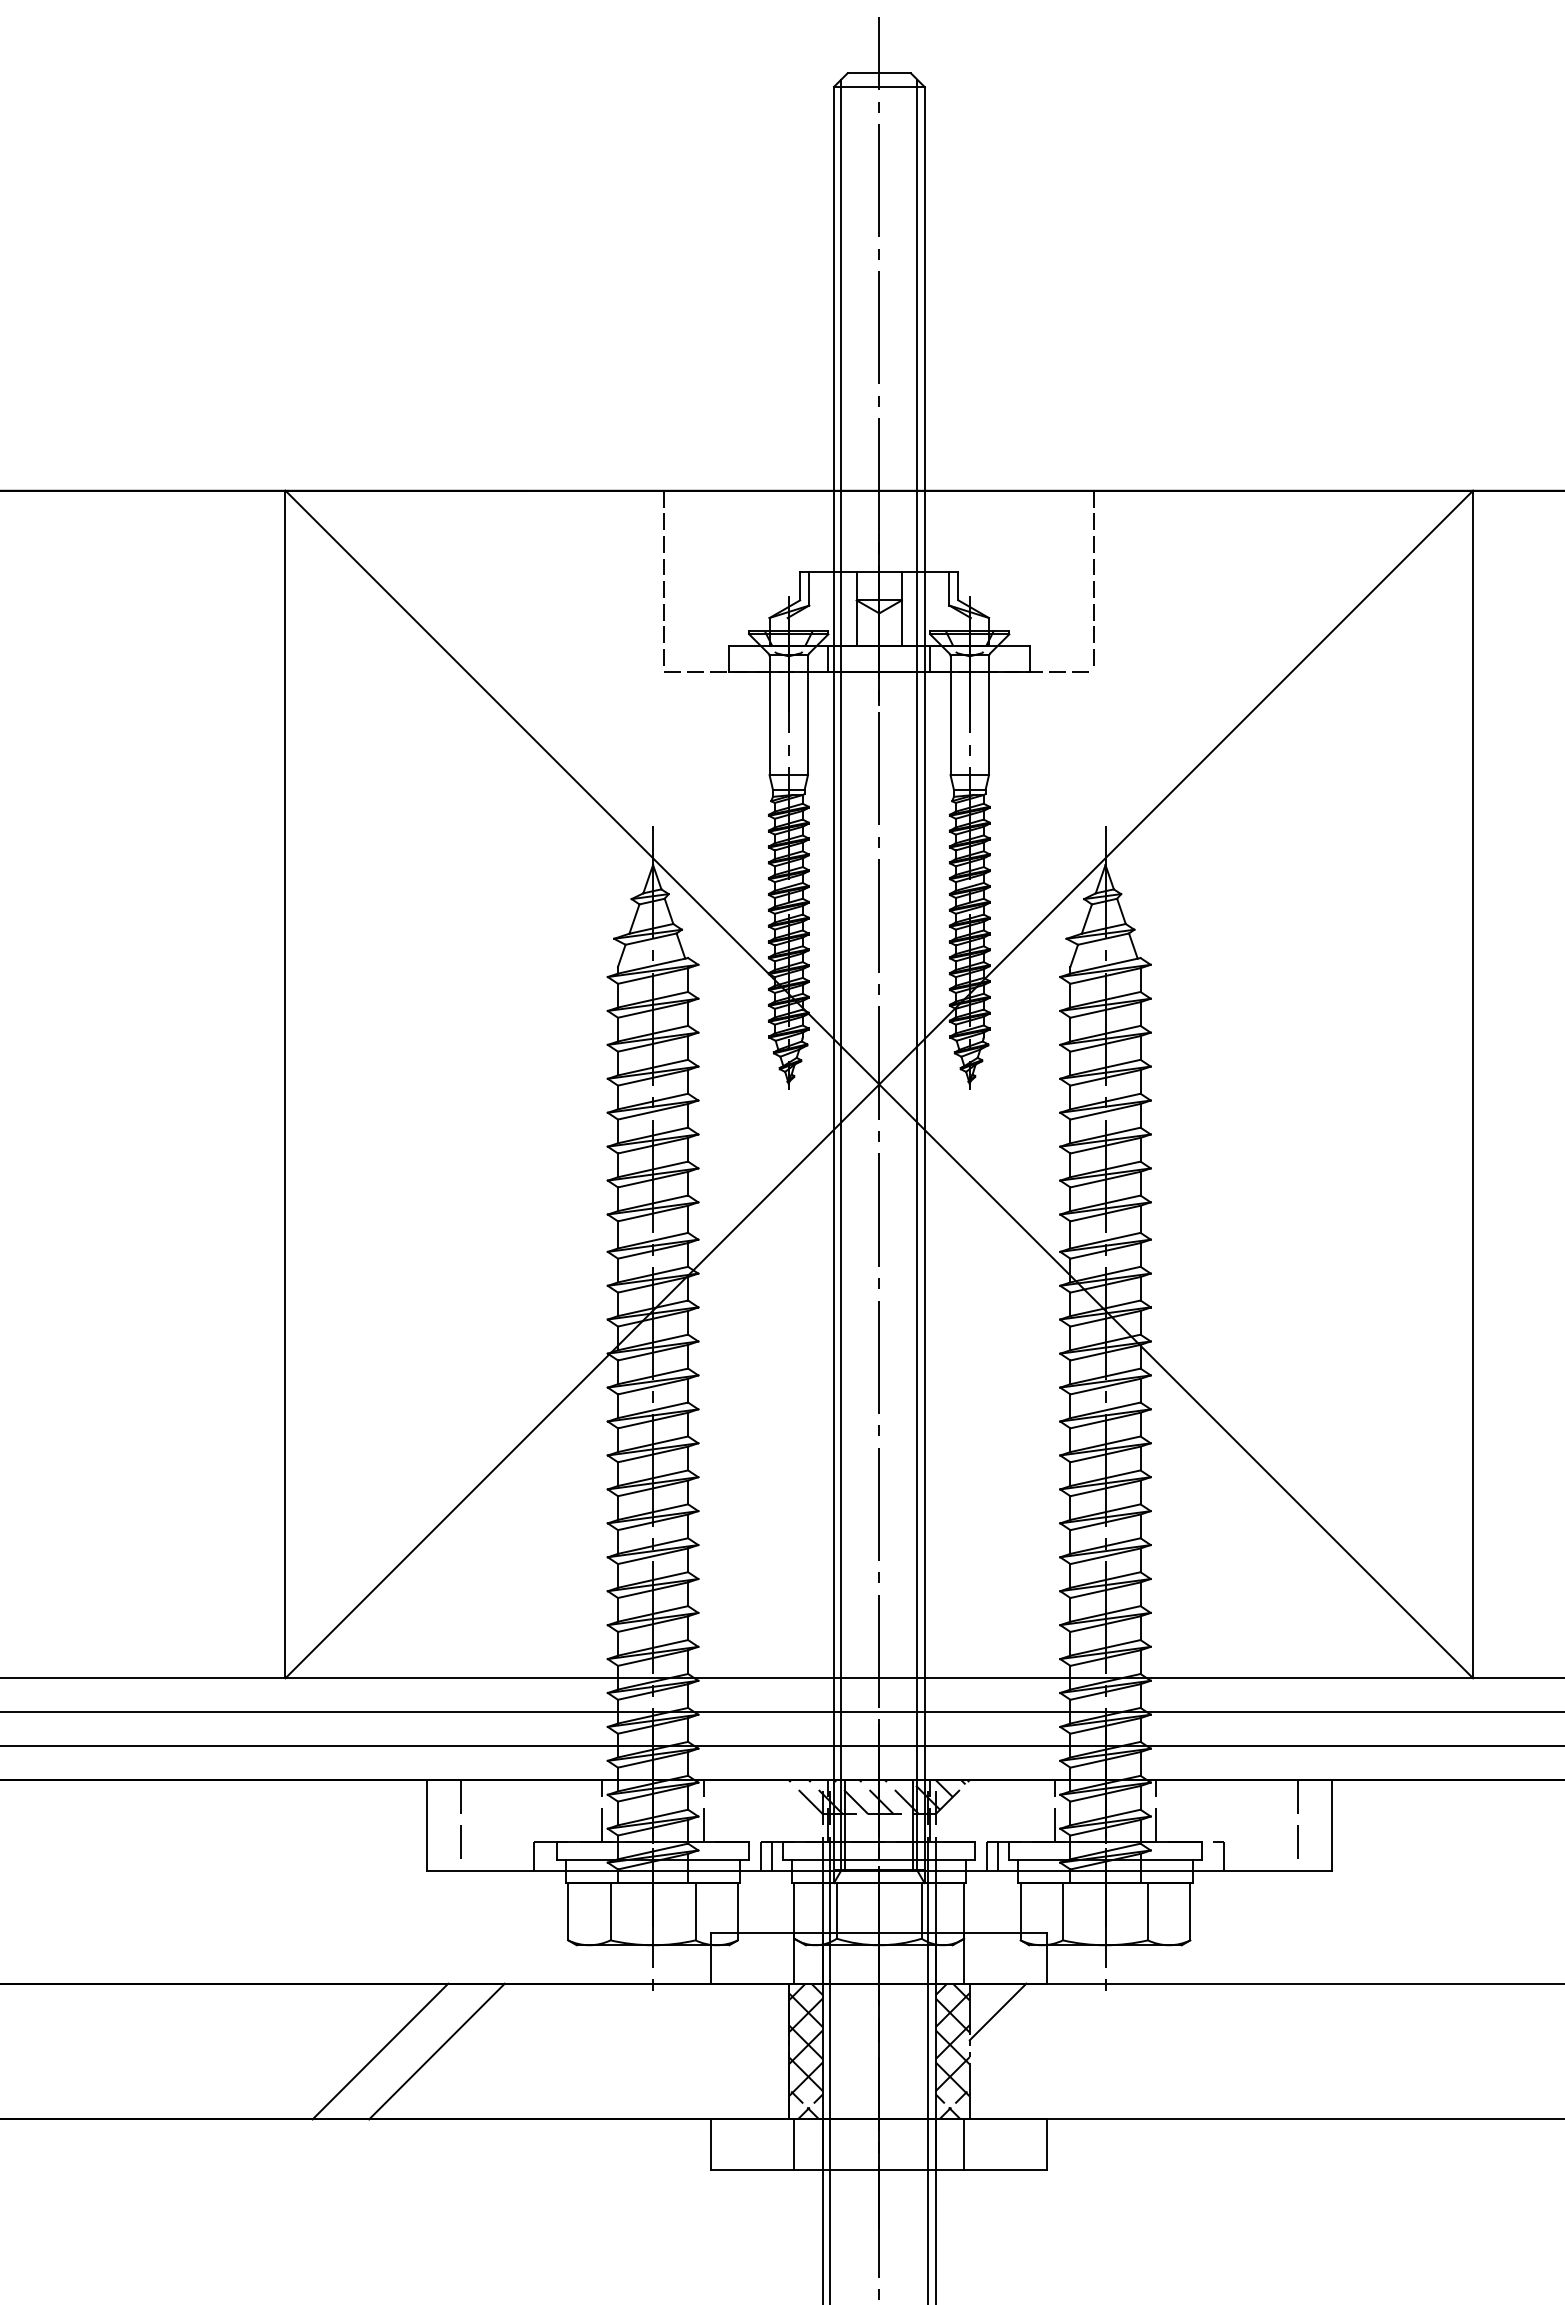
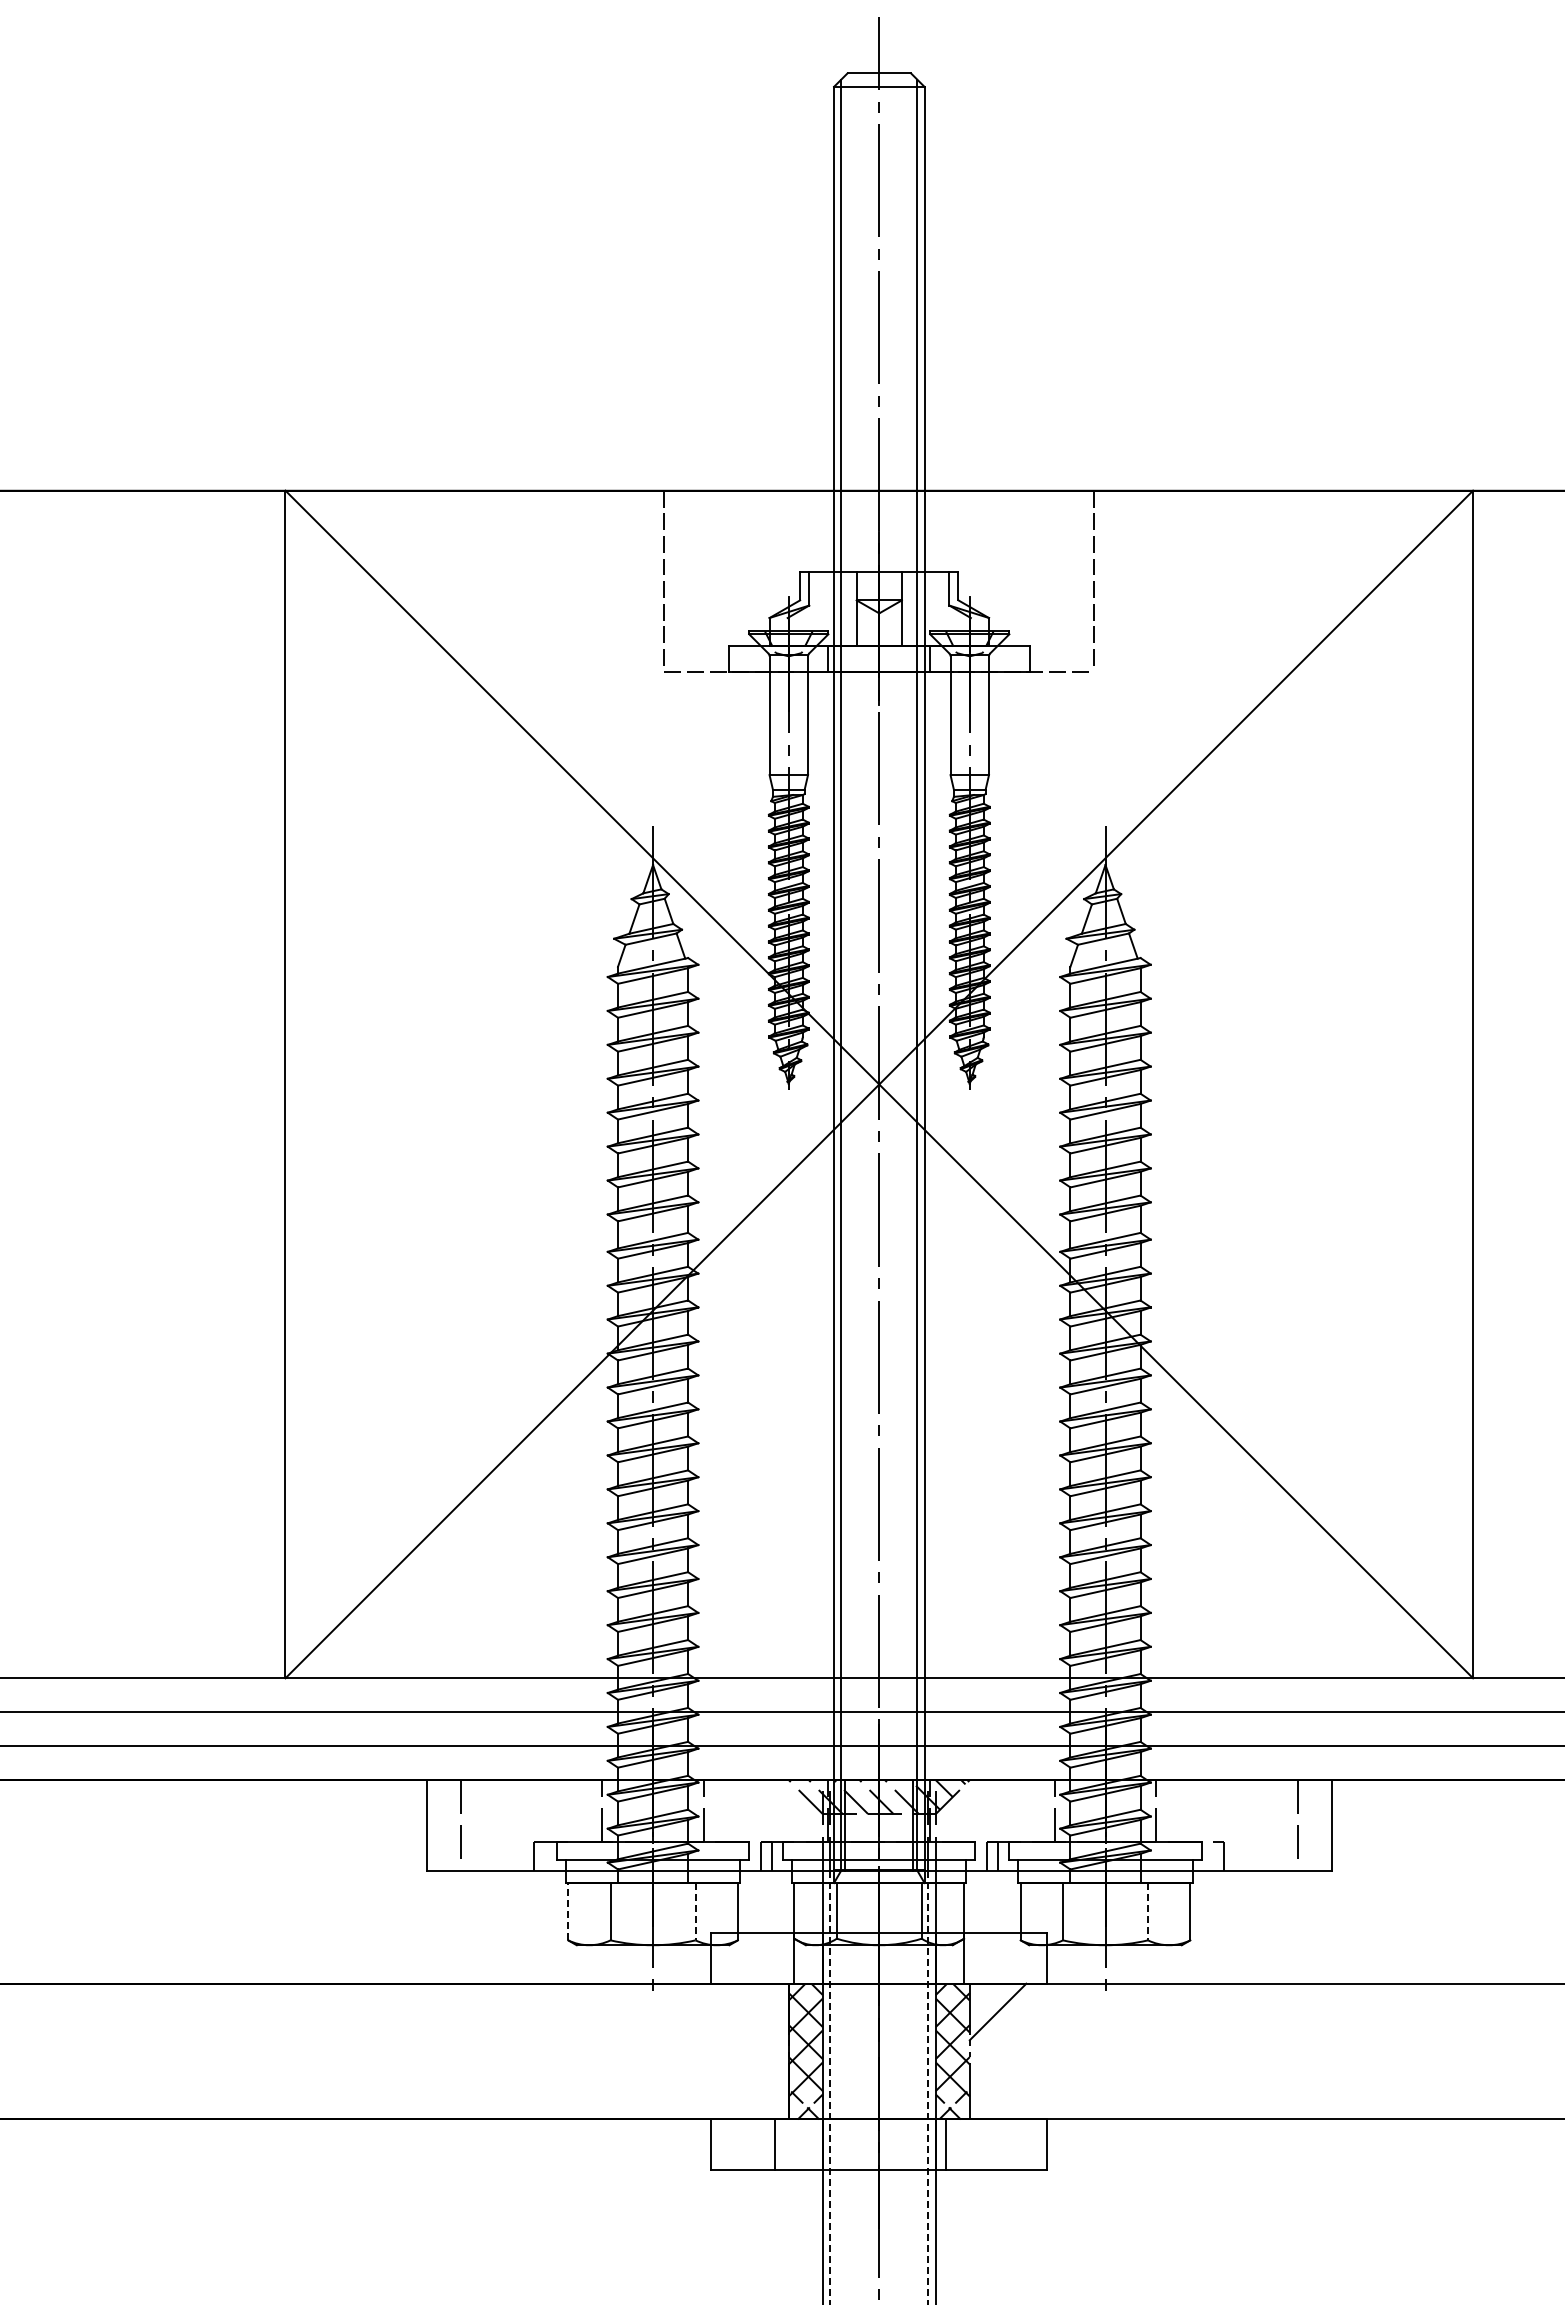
line at (568, 1911): solid -> dashed
line at (695, 1911): solid -> dashed
line at (1148, 1911): solid -> dashed
line at (380, 2051): present -> none
line at (436, 2051): present -> none
line at (830, 2087): solid -> dashed
line at (928, 2087): solid -> dashed
line at (794, 2144) position: (794, 2144) -> (775, 2144)
line at (964, 2144) position: (964, 2144) -> (946, 2144)
